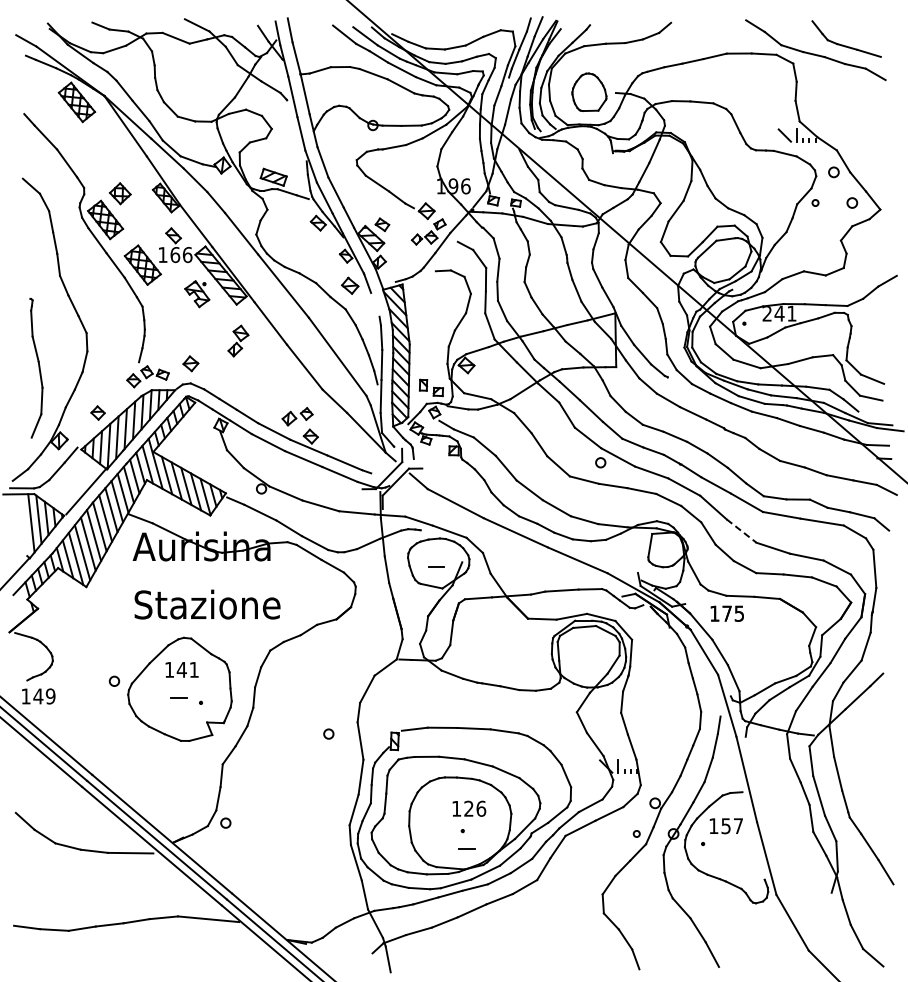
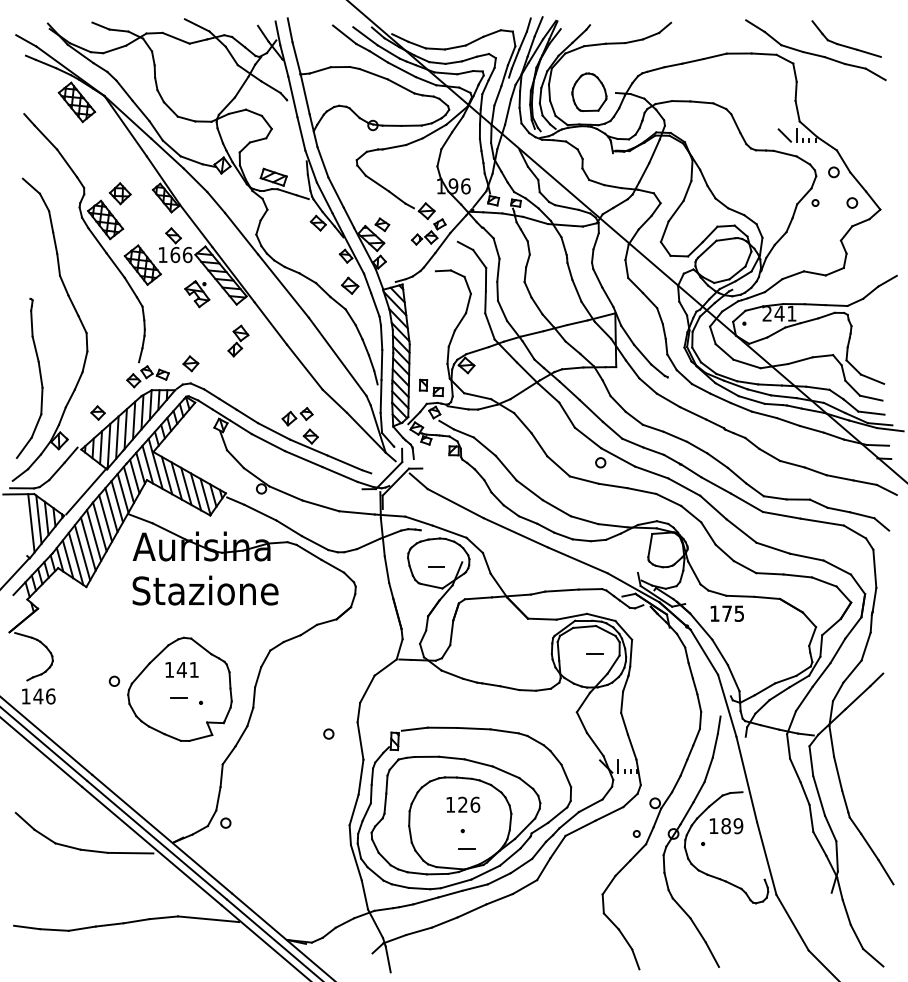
line at (375, 304): none -> present
line at (871, 412): none -> present
line at (23, 447): none -> present
line at (741, 531): dashed -> solid
text at (207, 604) position: (207, 604) -> (205, 590)
line at (594, 653): none -> present
text at (50, 696): 149 -> 146
text at (469, 808) position: (469, 808) -> (463, 804)
text at (732, 826): 157 -> 189
